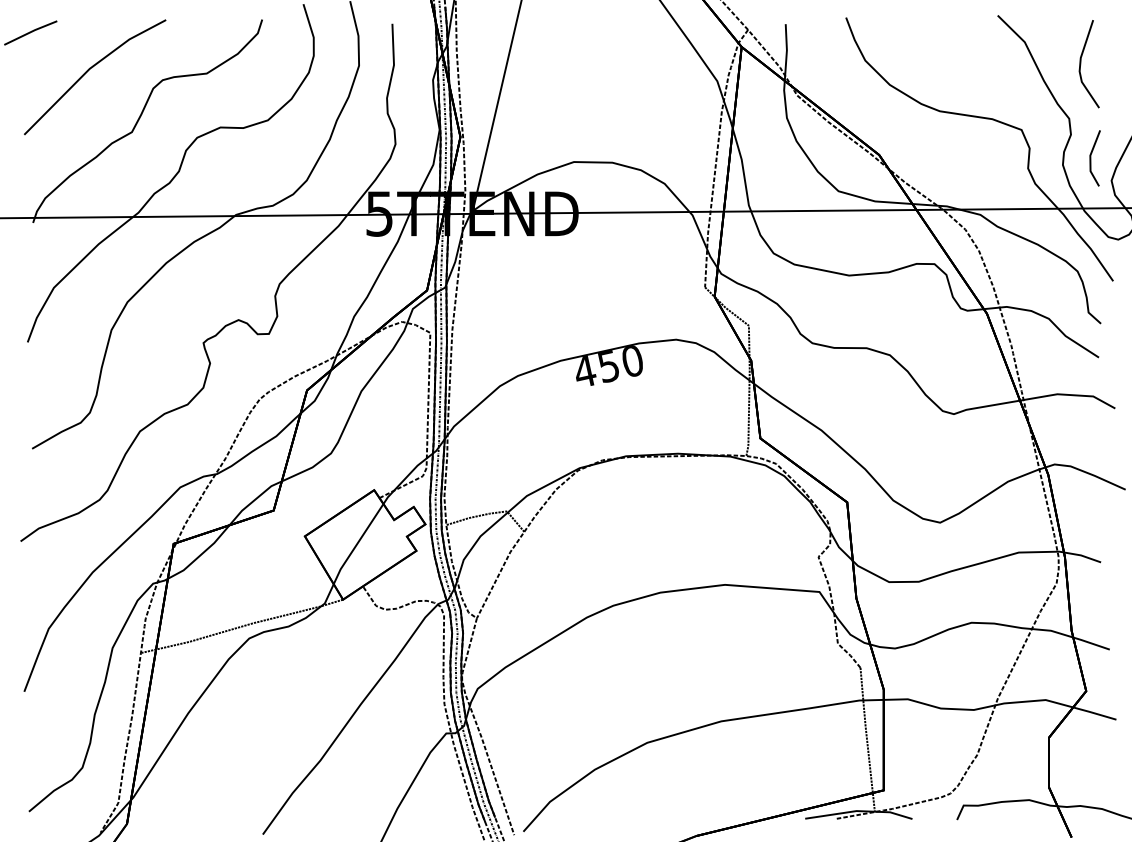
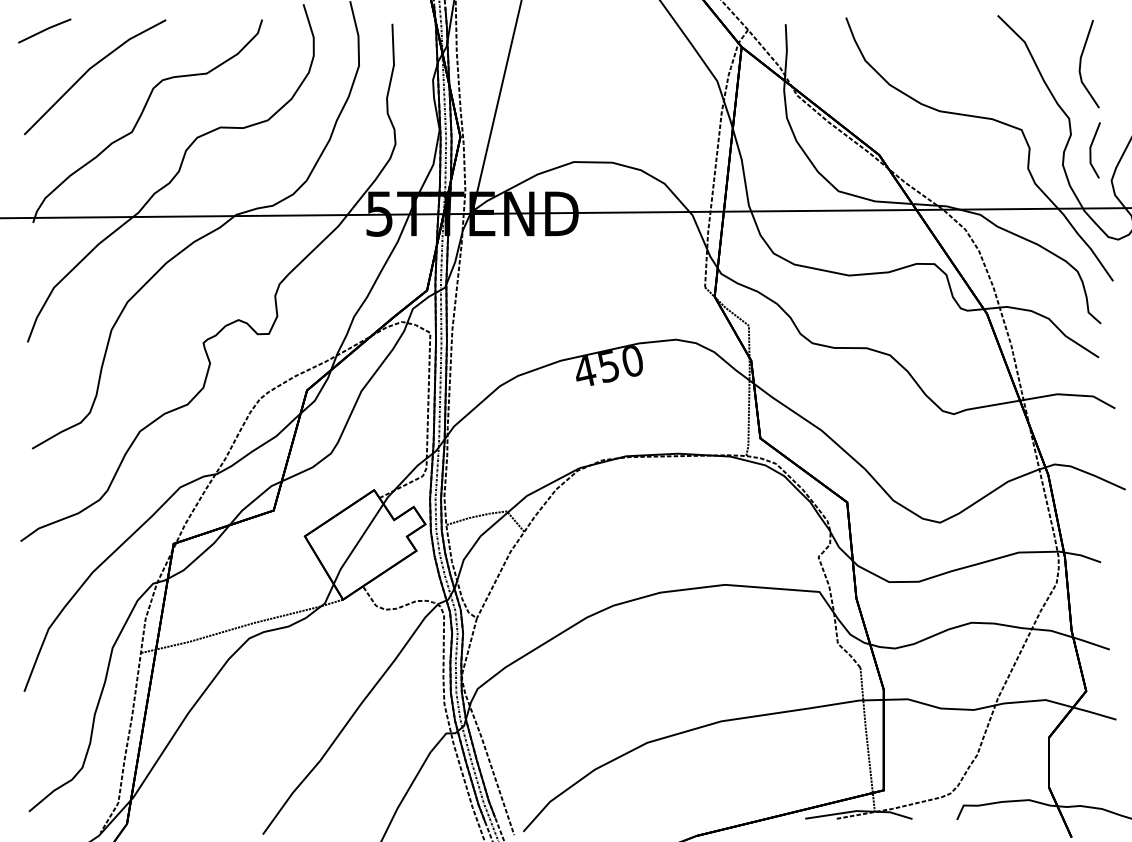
part at (30, 32) position: (30, 32) -> (44, 30)
line at (1091, 158) position: (1091, 158) -> (1091, 150)
